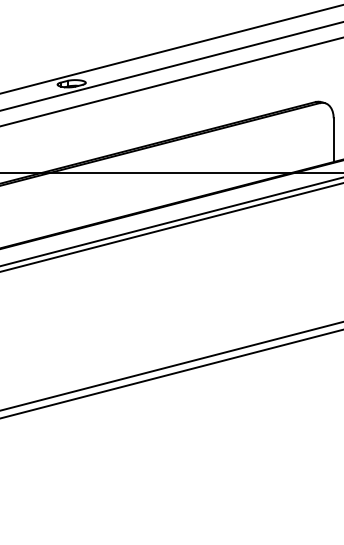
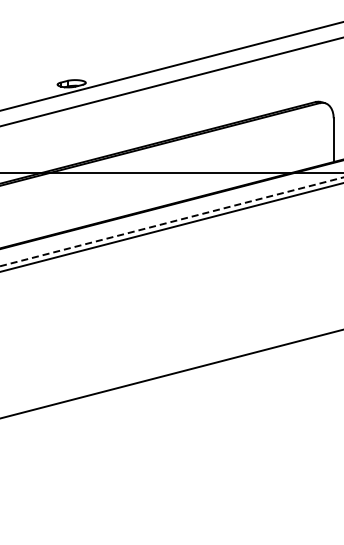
line at (171, 49): present -> none
line at (171, 221): solid -> dashed
line at (171, 366): present -> none
